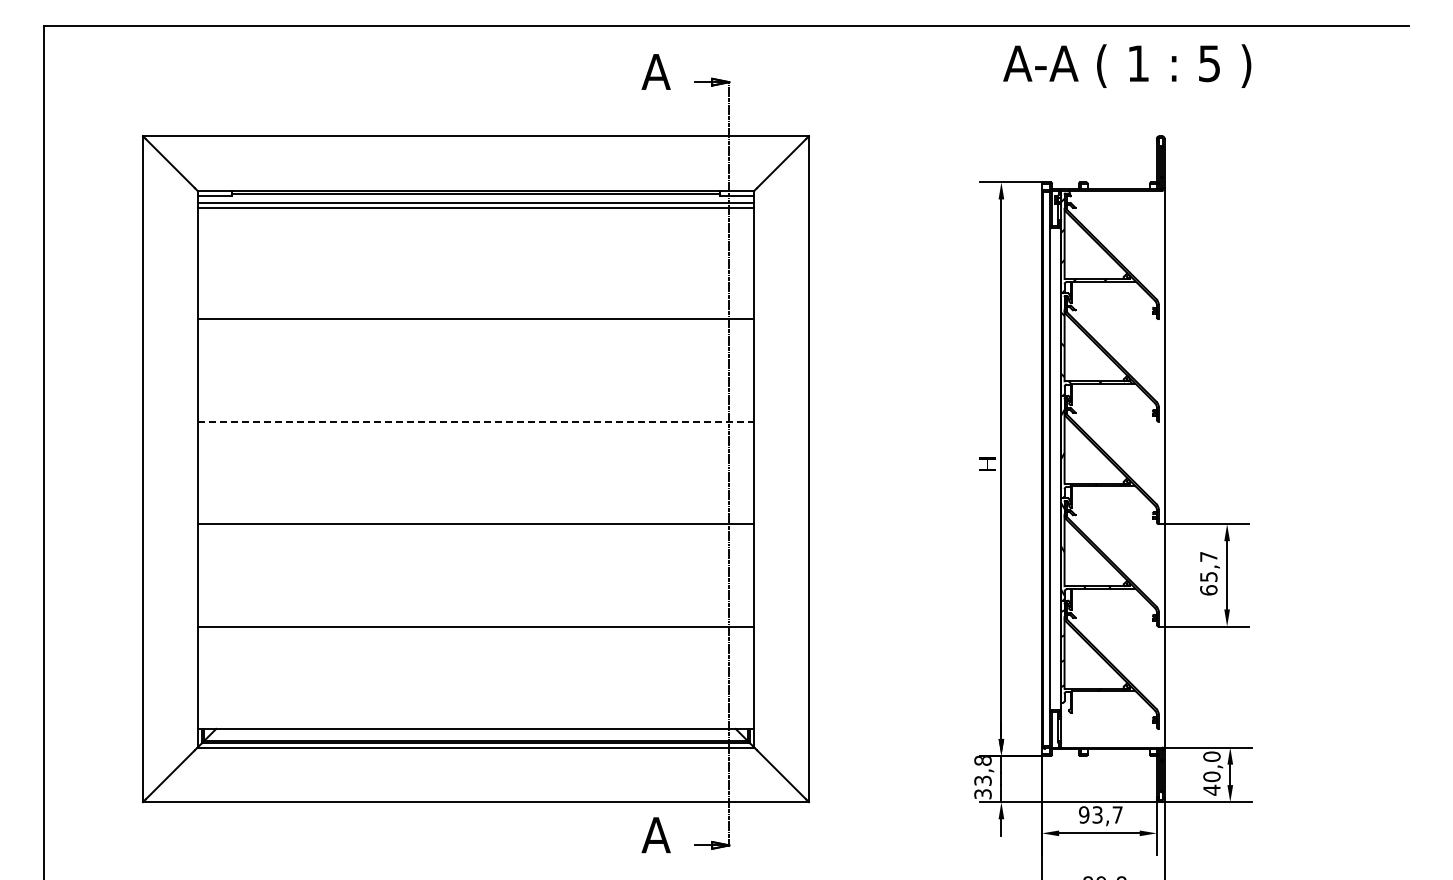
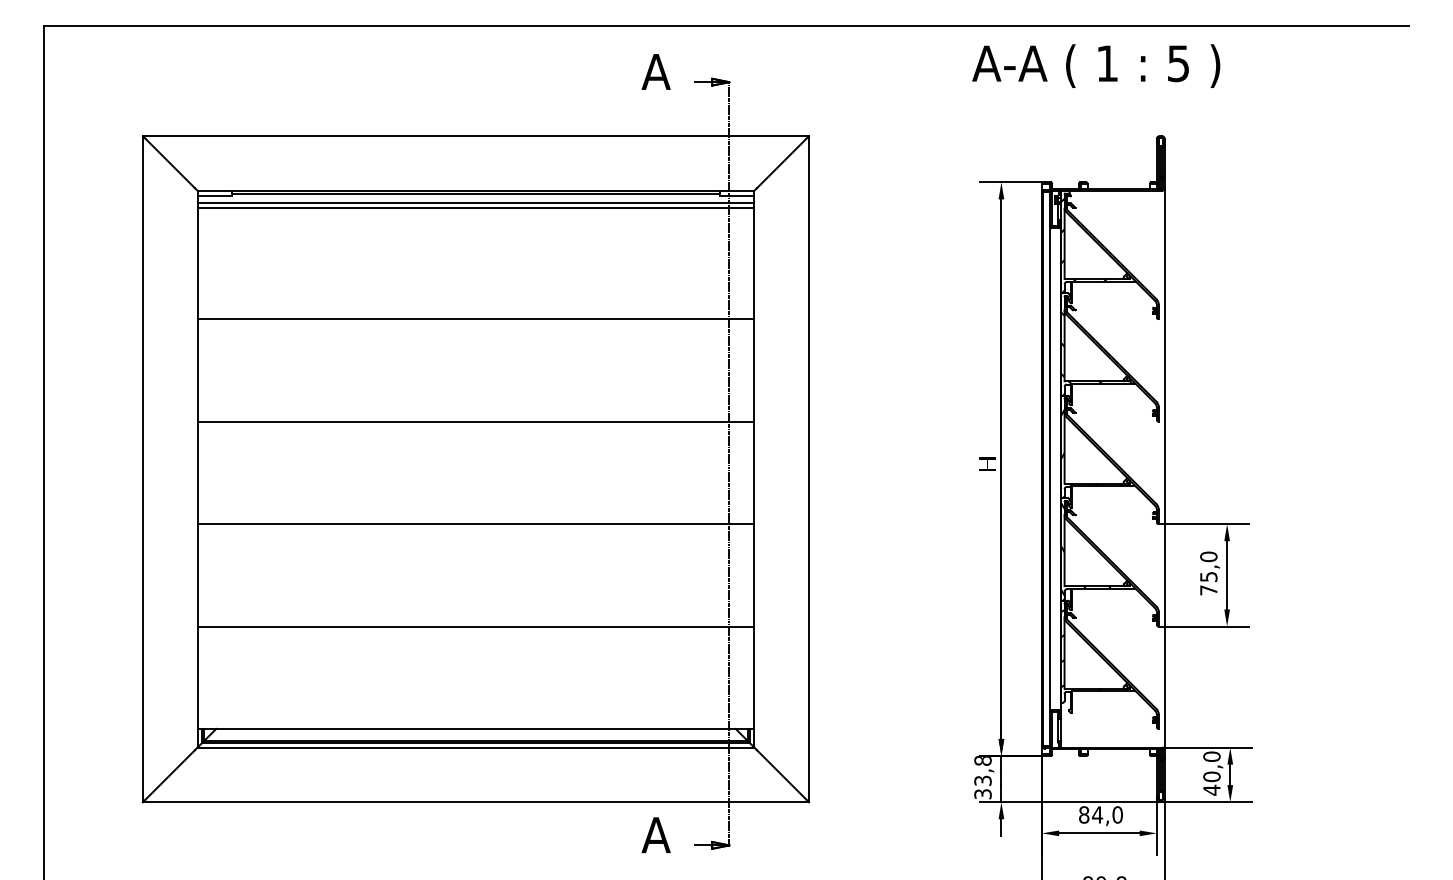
text at (1127, 65) position: (1127, 65) -> (1096, 65)
line at (476, 421): dashed -> solid
text at (1208, 573): 65,7 -> 75,0
text at (1100, 814): 93,7 -> 84,0
